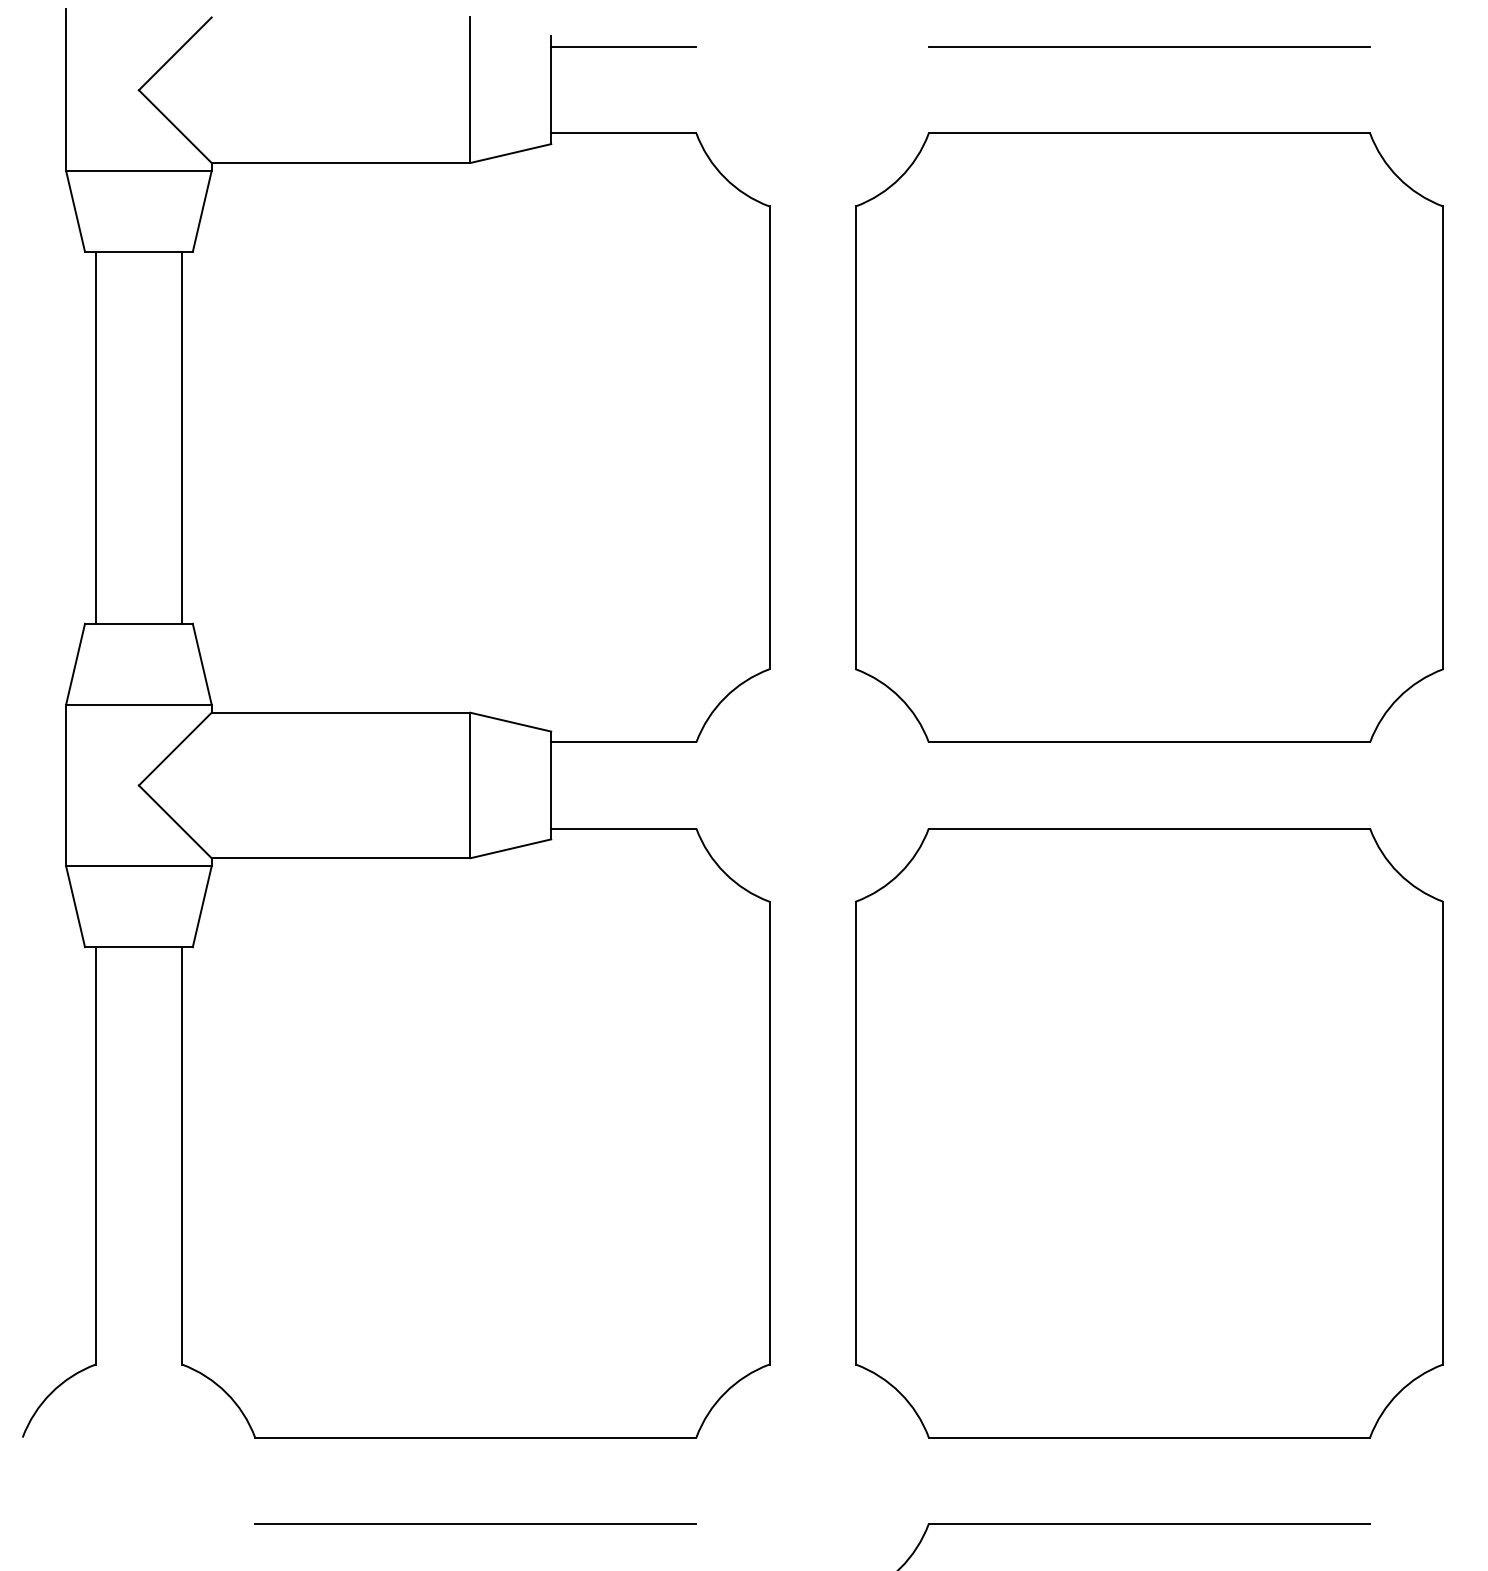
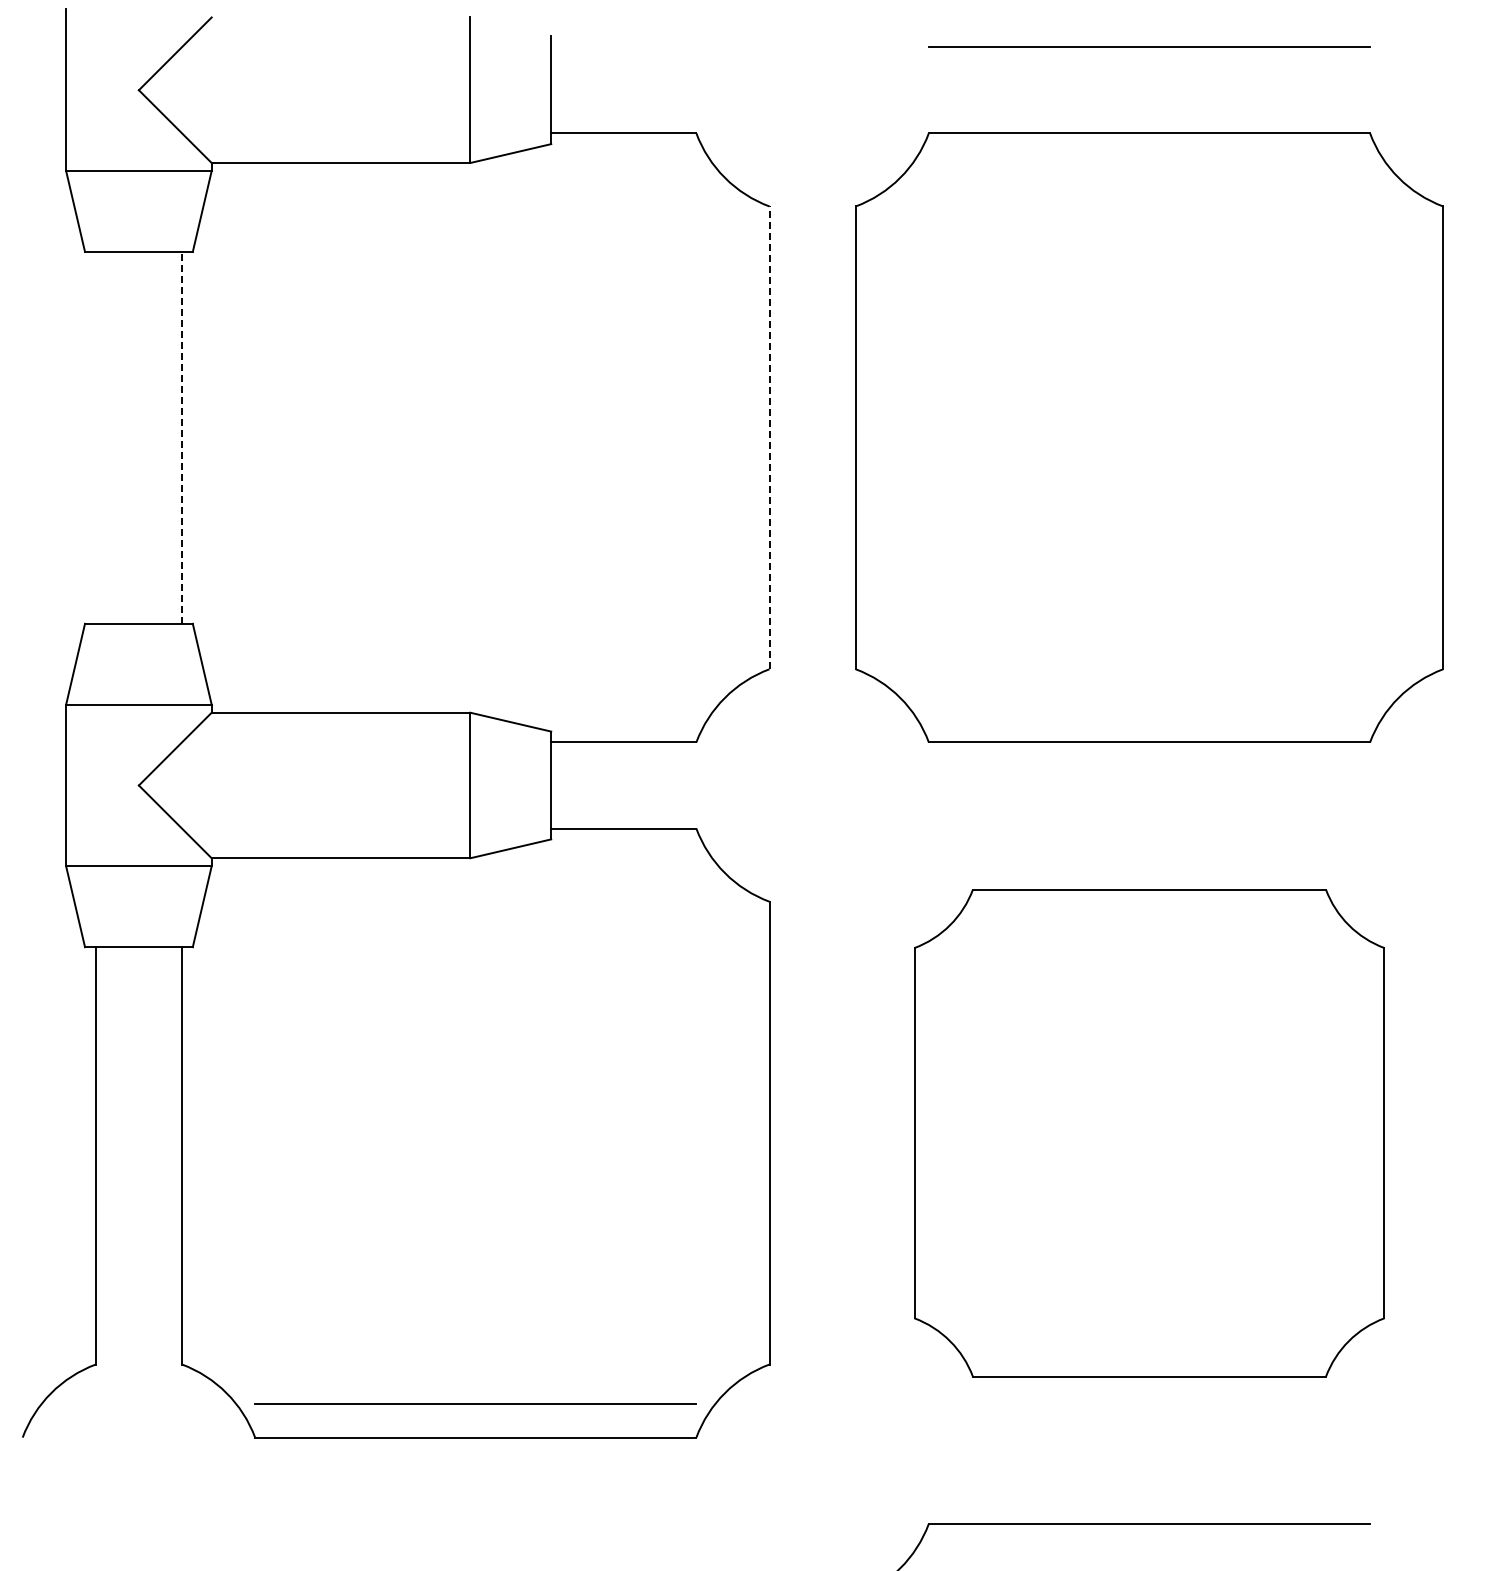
line at (623, 47): present -> none
line at (95, 437): present -> none
line at (182, 437): solid -> dashed
line at (769, 437): solid -> dashed
part at (1149, 1133) size: 589x611 px -> 471x489 px
line at (475, 1523) position: (475, 1523) -> (475, 1403)
